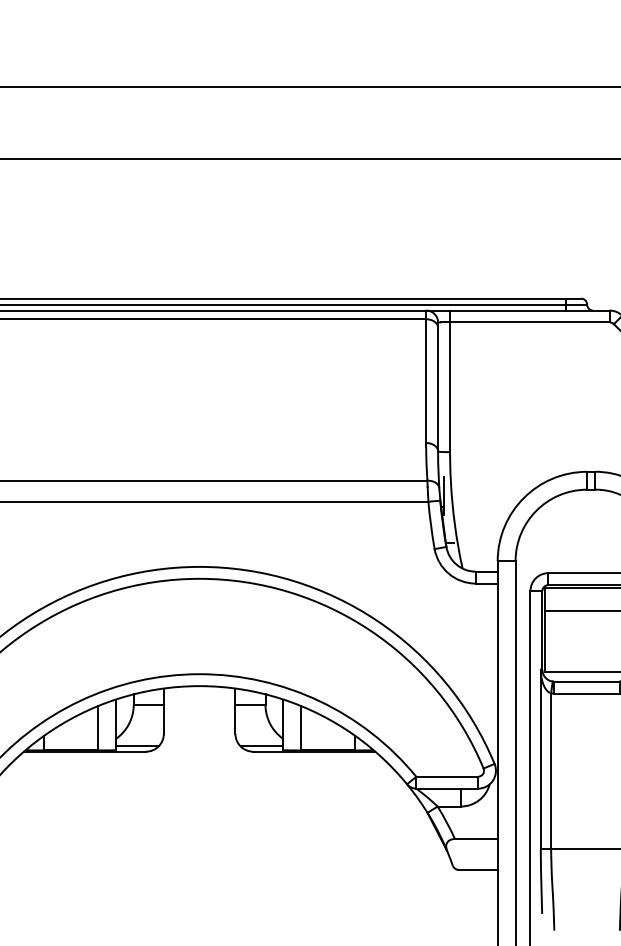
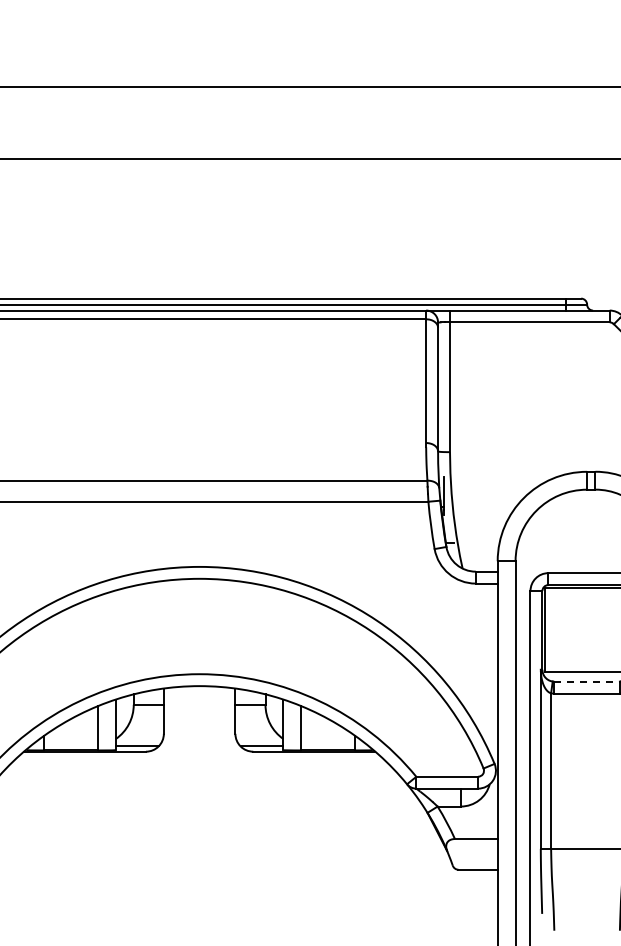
line at (581, 610): present -> none
line at (587, 681): solid -> dashed
